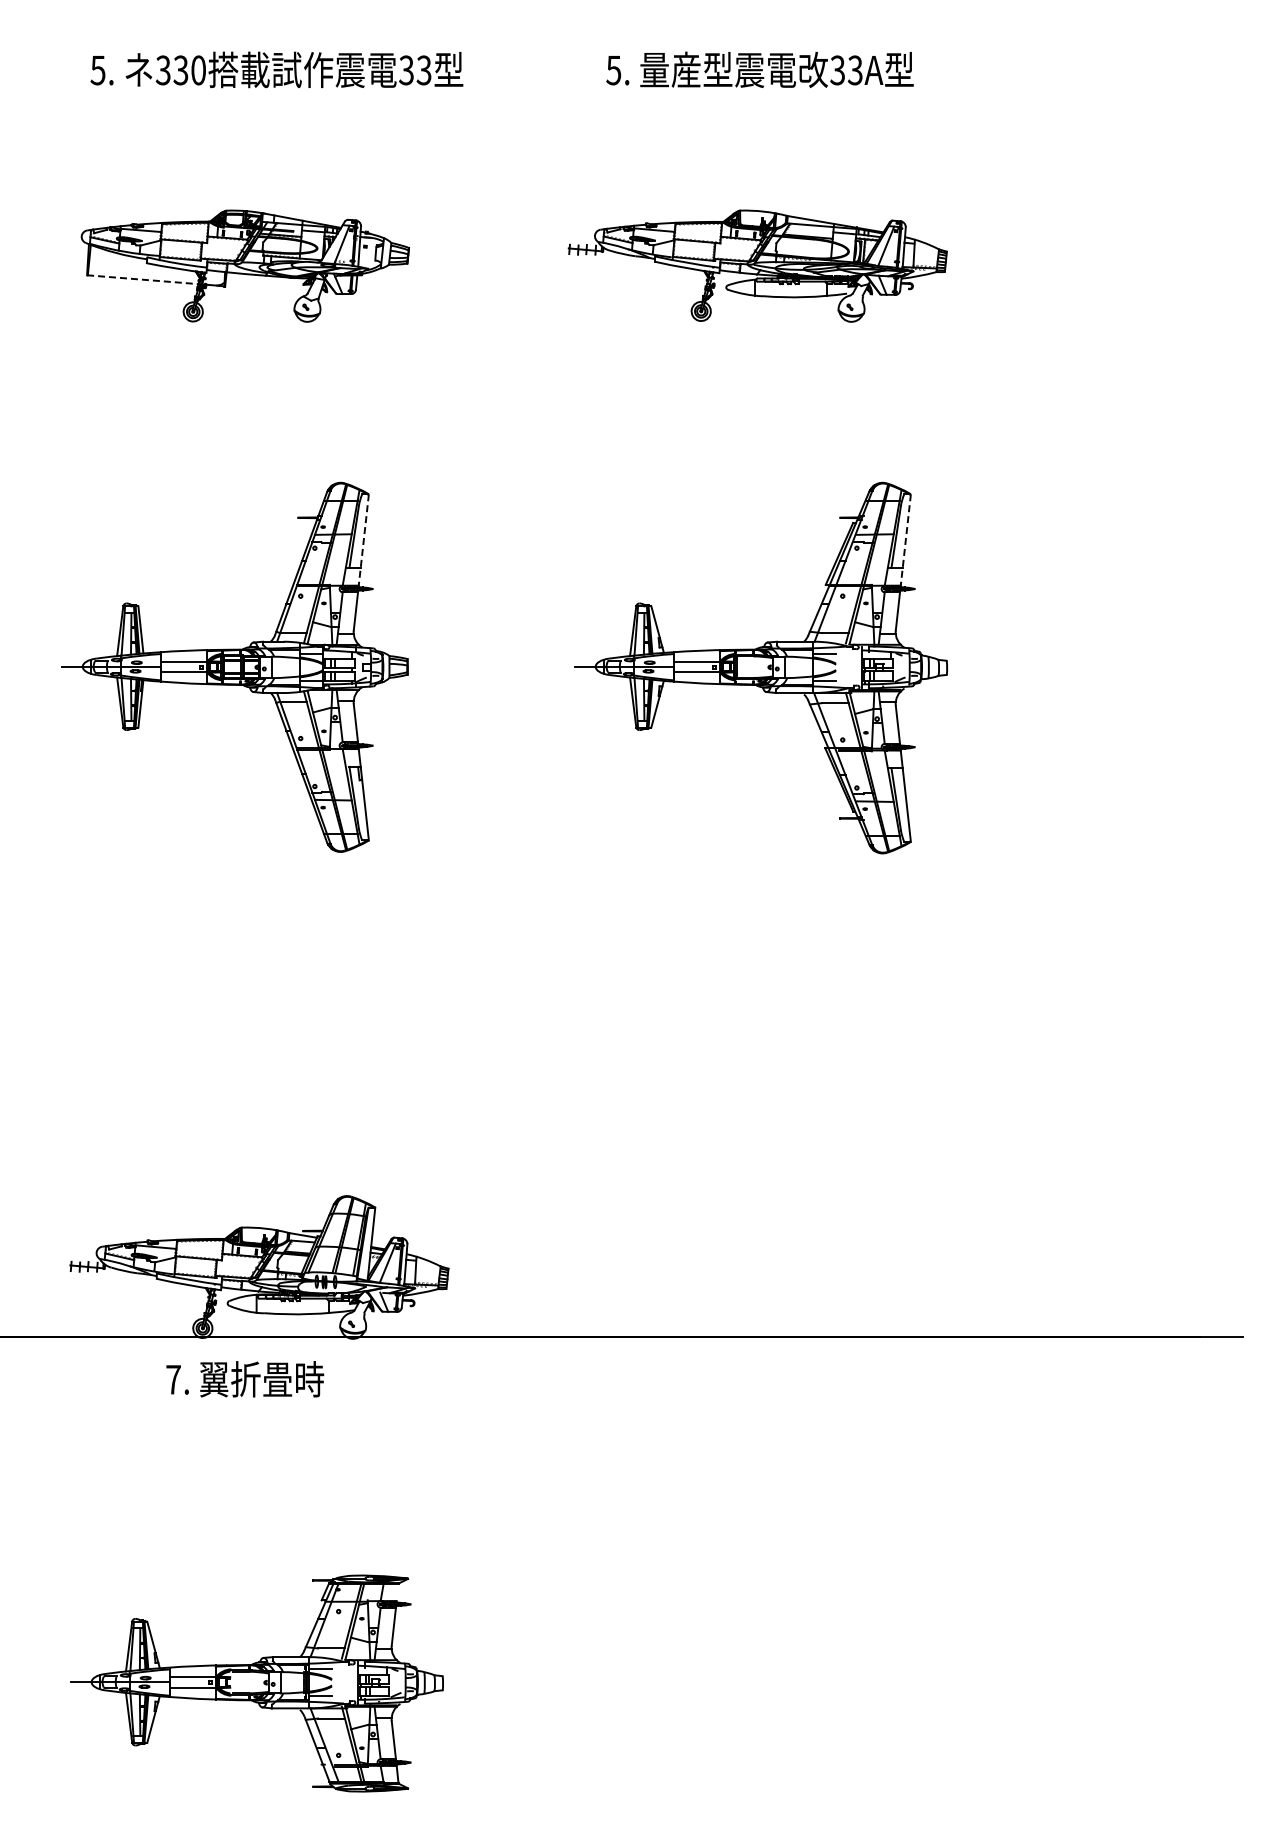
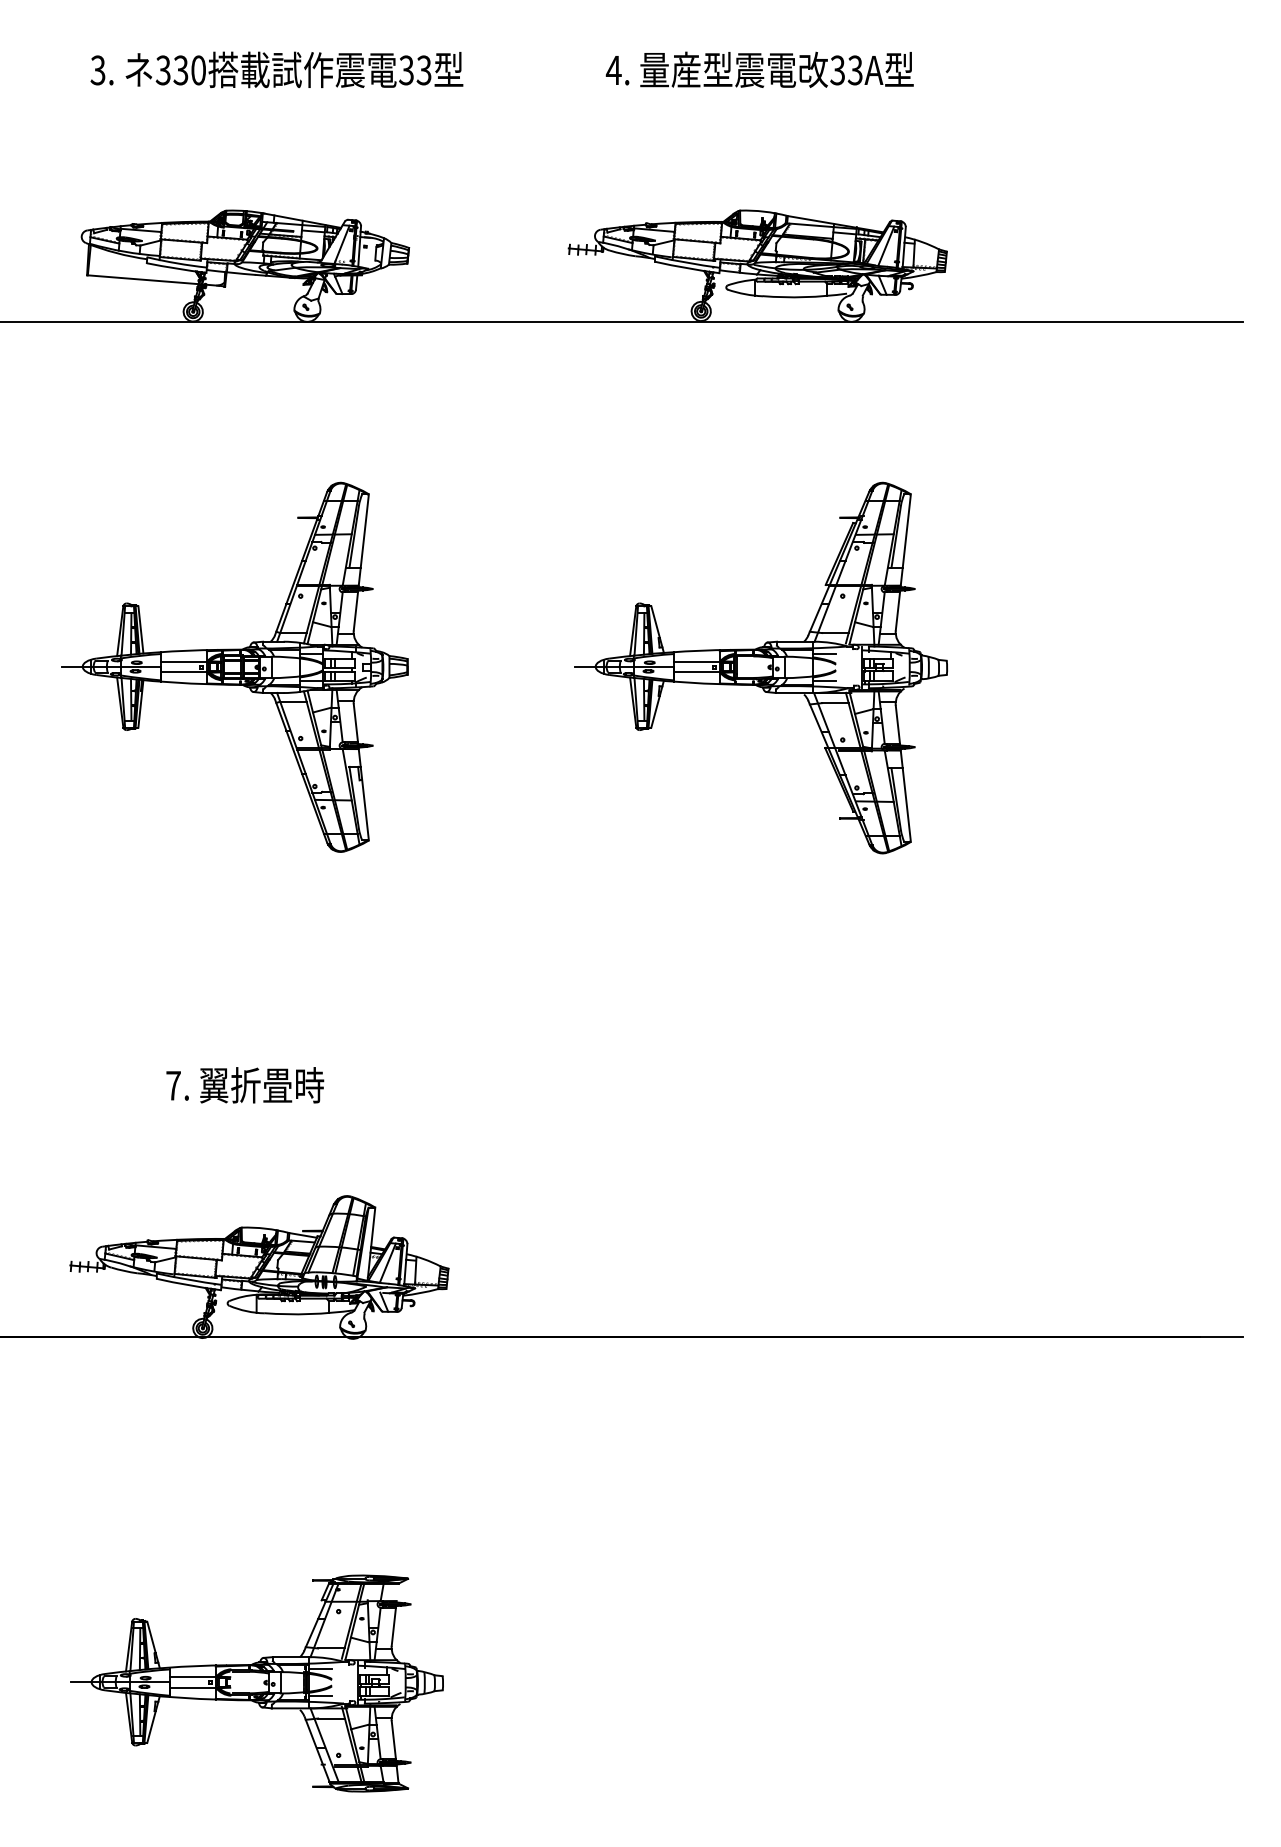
text at (98, 69): 5. -> 3.
text at (613, 70): 5. -> 4.
line at (142, 279): dashed -> solid
line at (622, 321): none -> present
line at (363, 540): dashed -> solid
line at (905, 540): dashed -> solid
text at (245, 1379) position: (245, 1379) -> (245, 1085)
